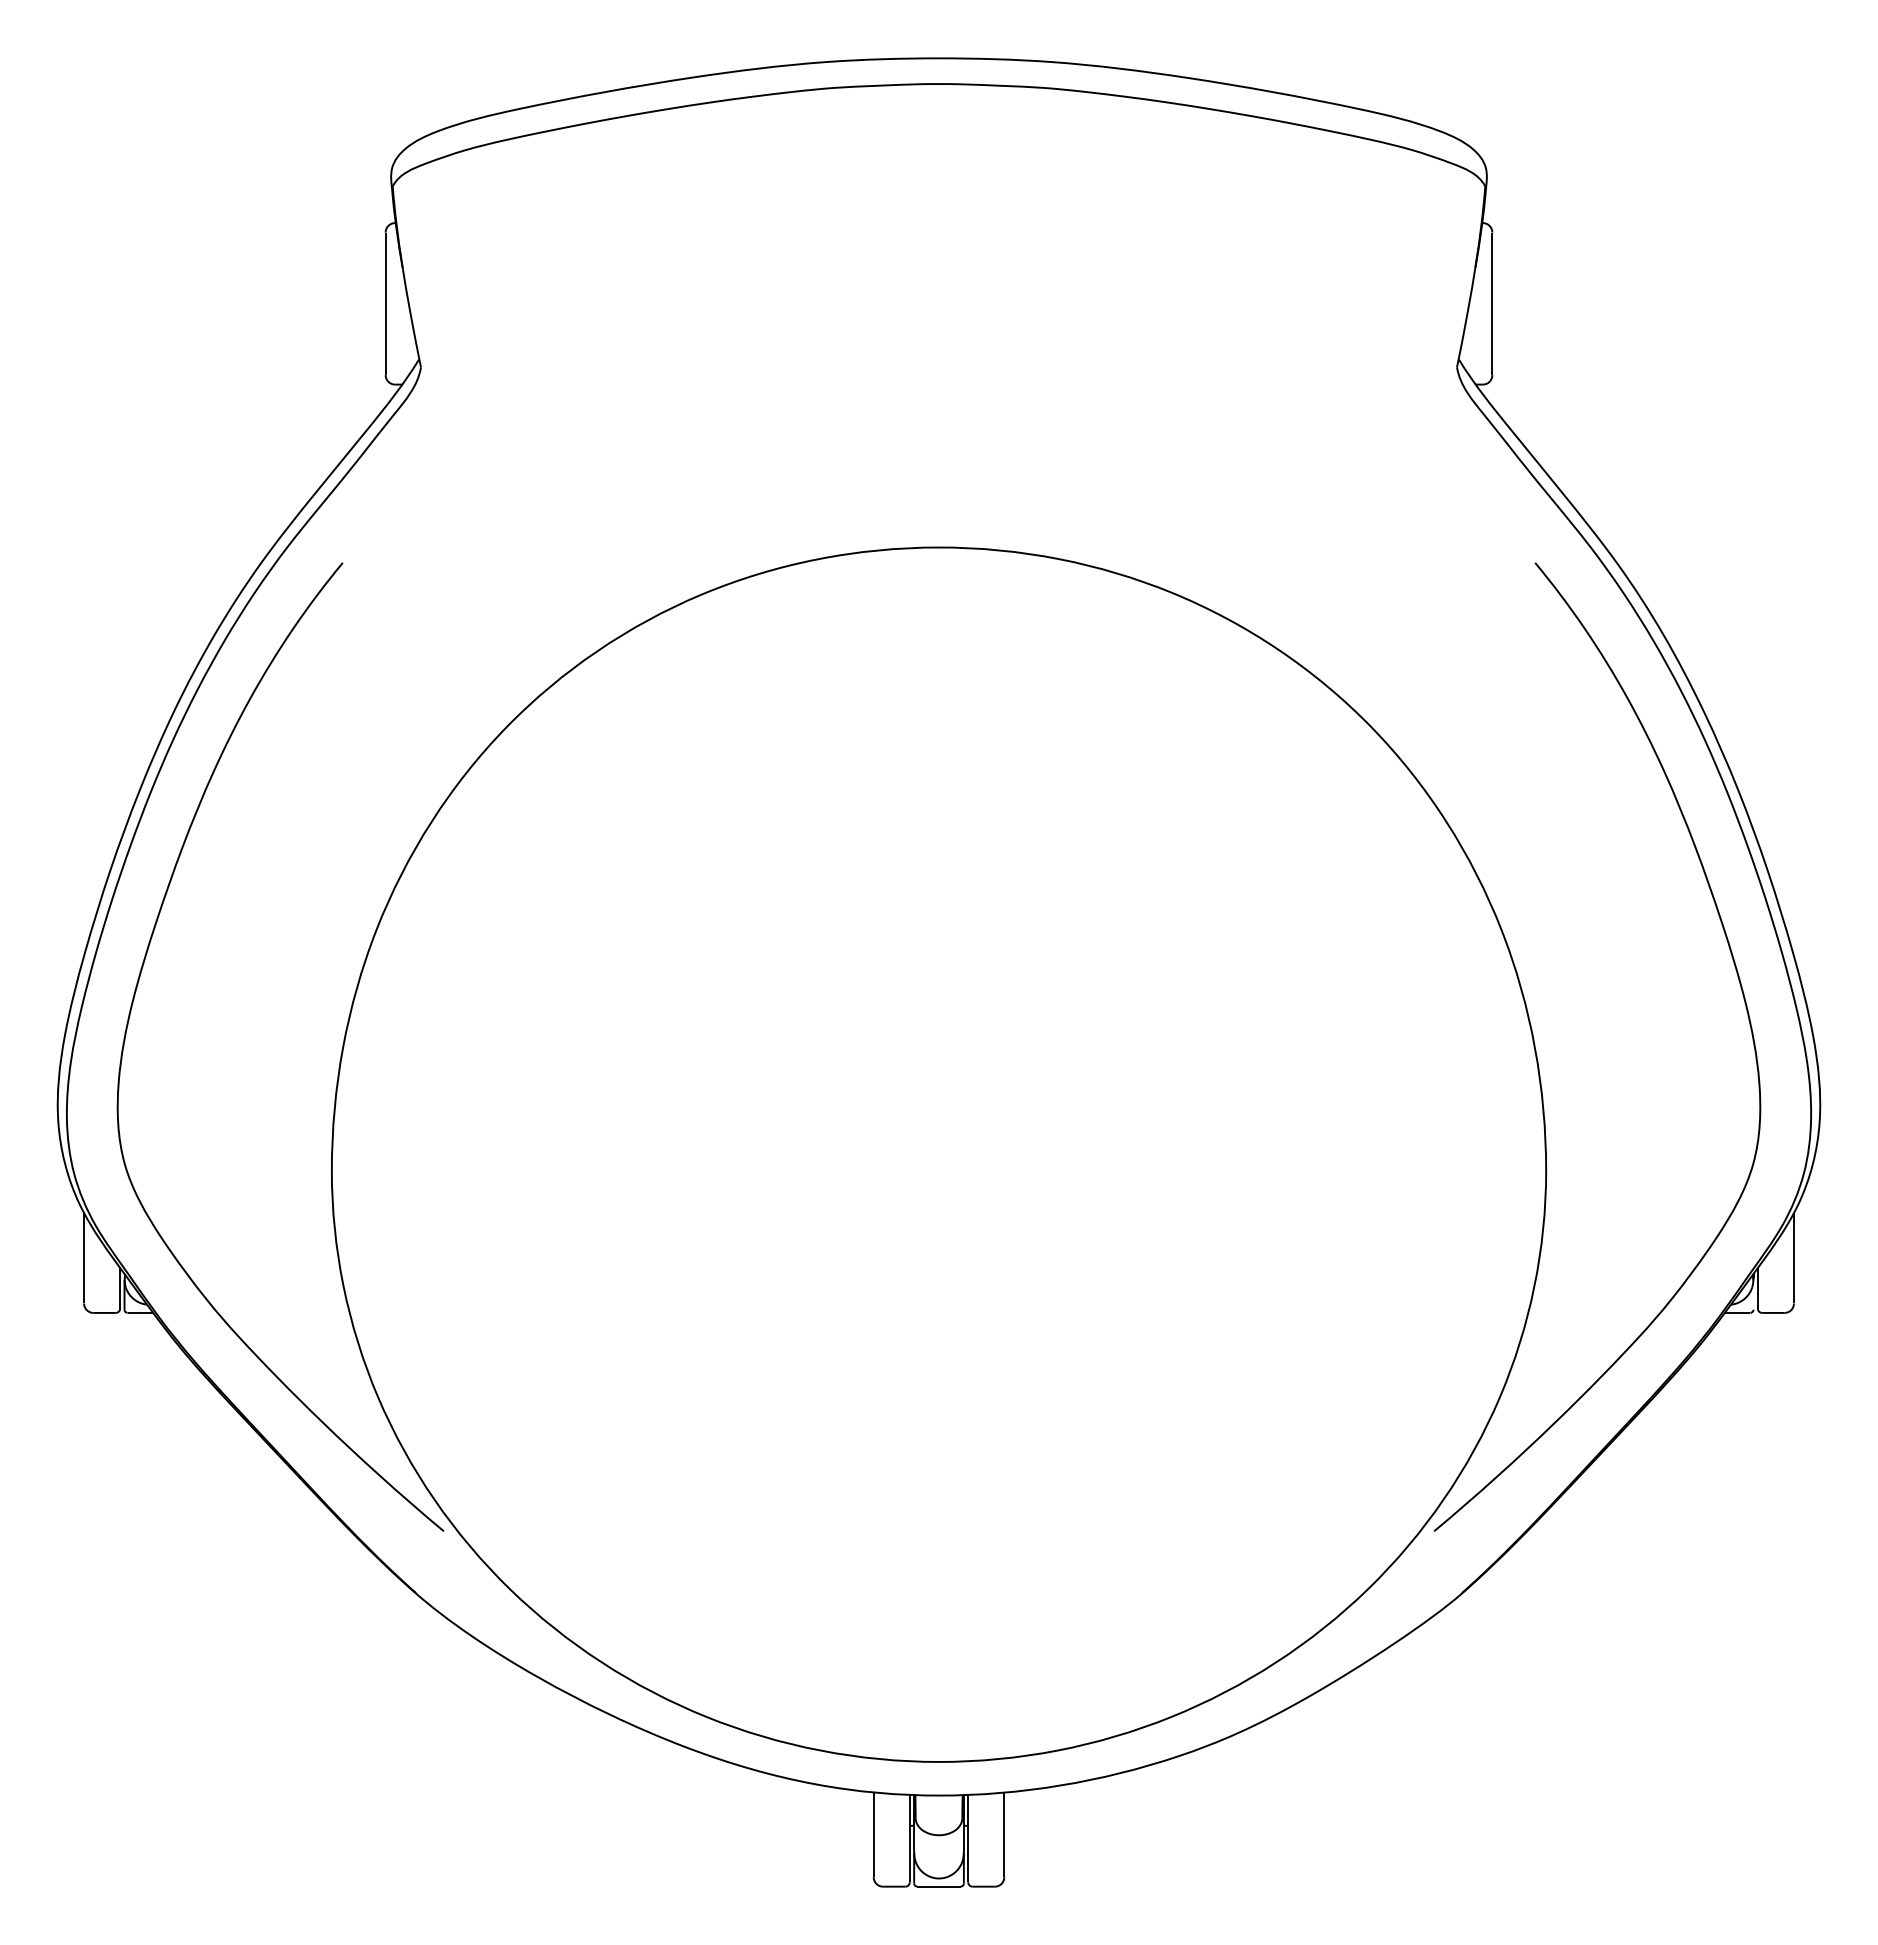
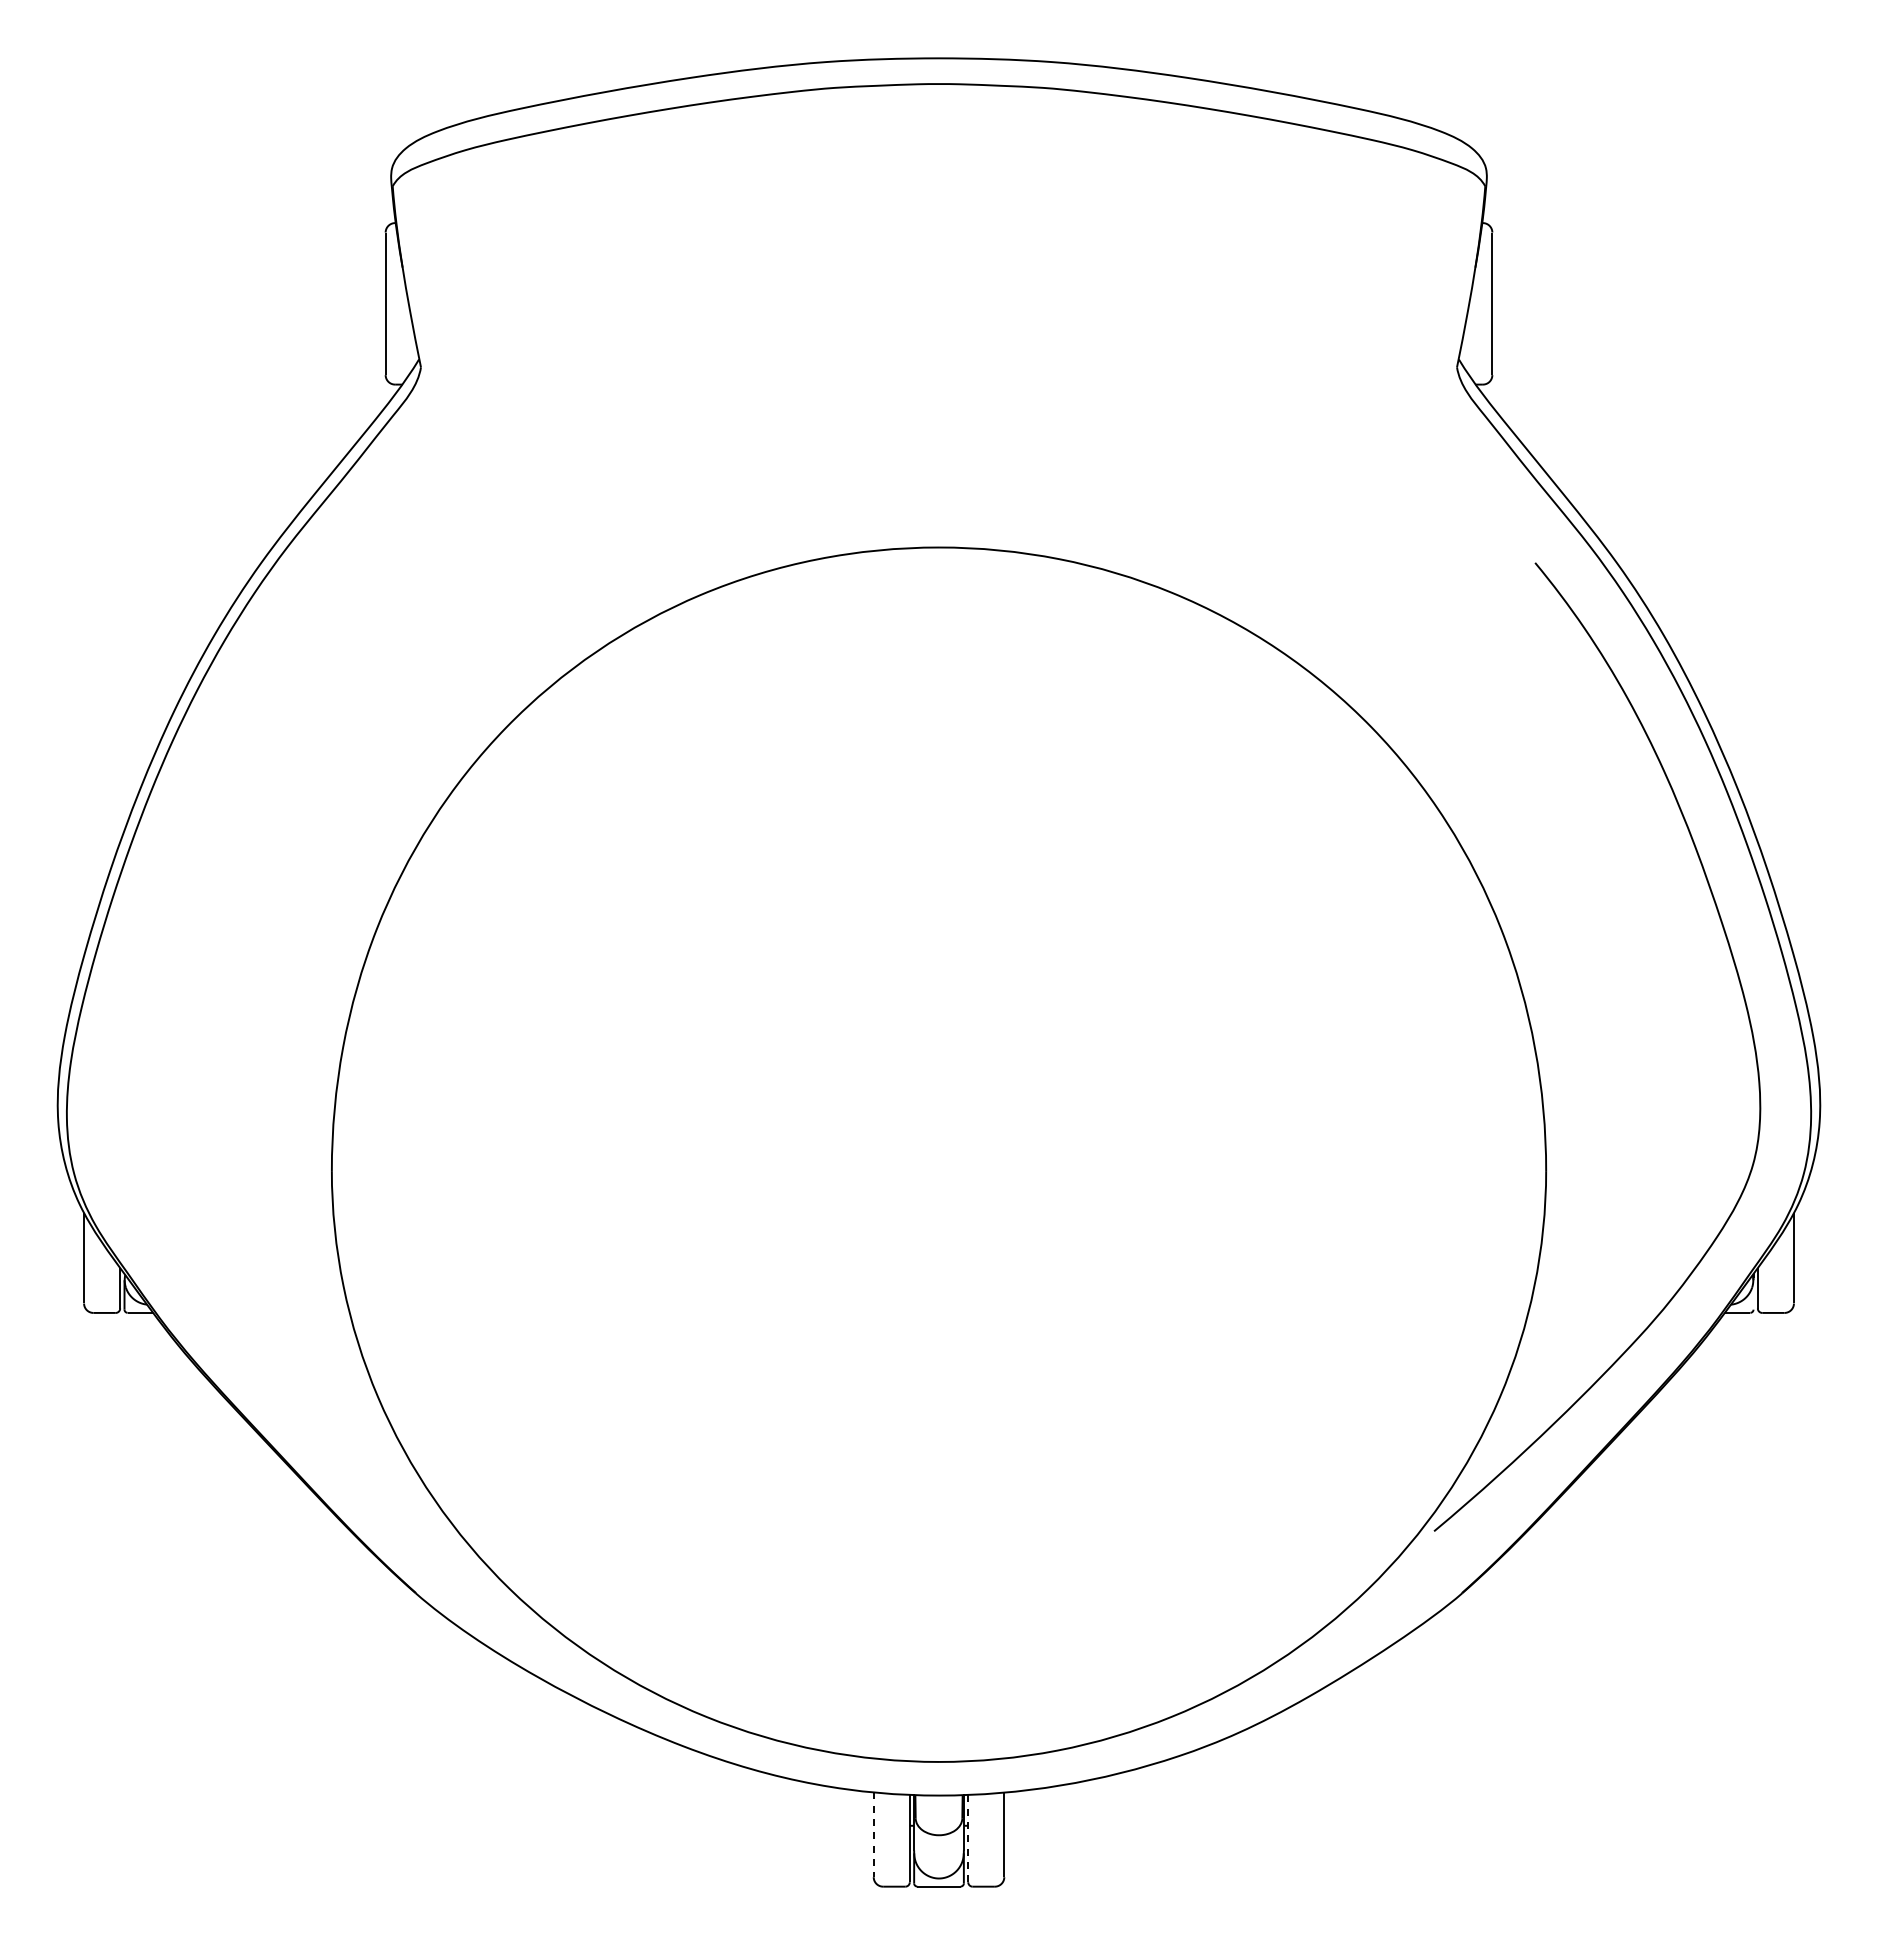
curve at (130, 1016): present -> none
line at (873, 1835): solid -> dashed
line at (968, 1838): solid -> dashed
